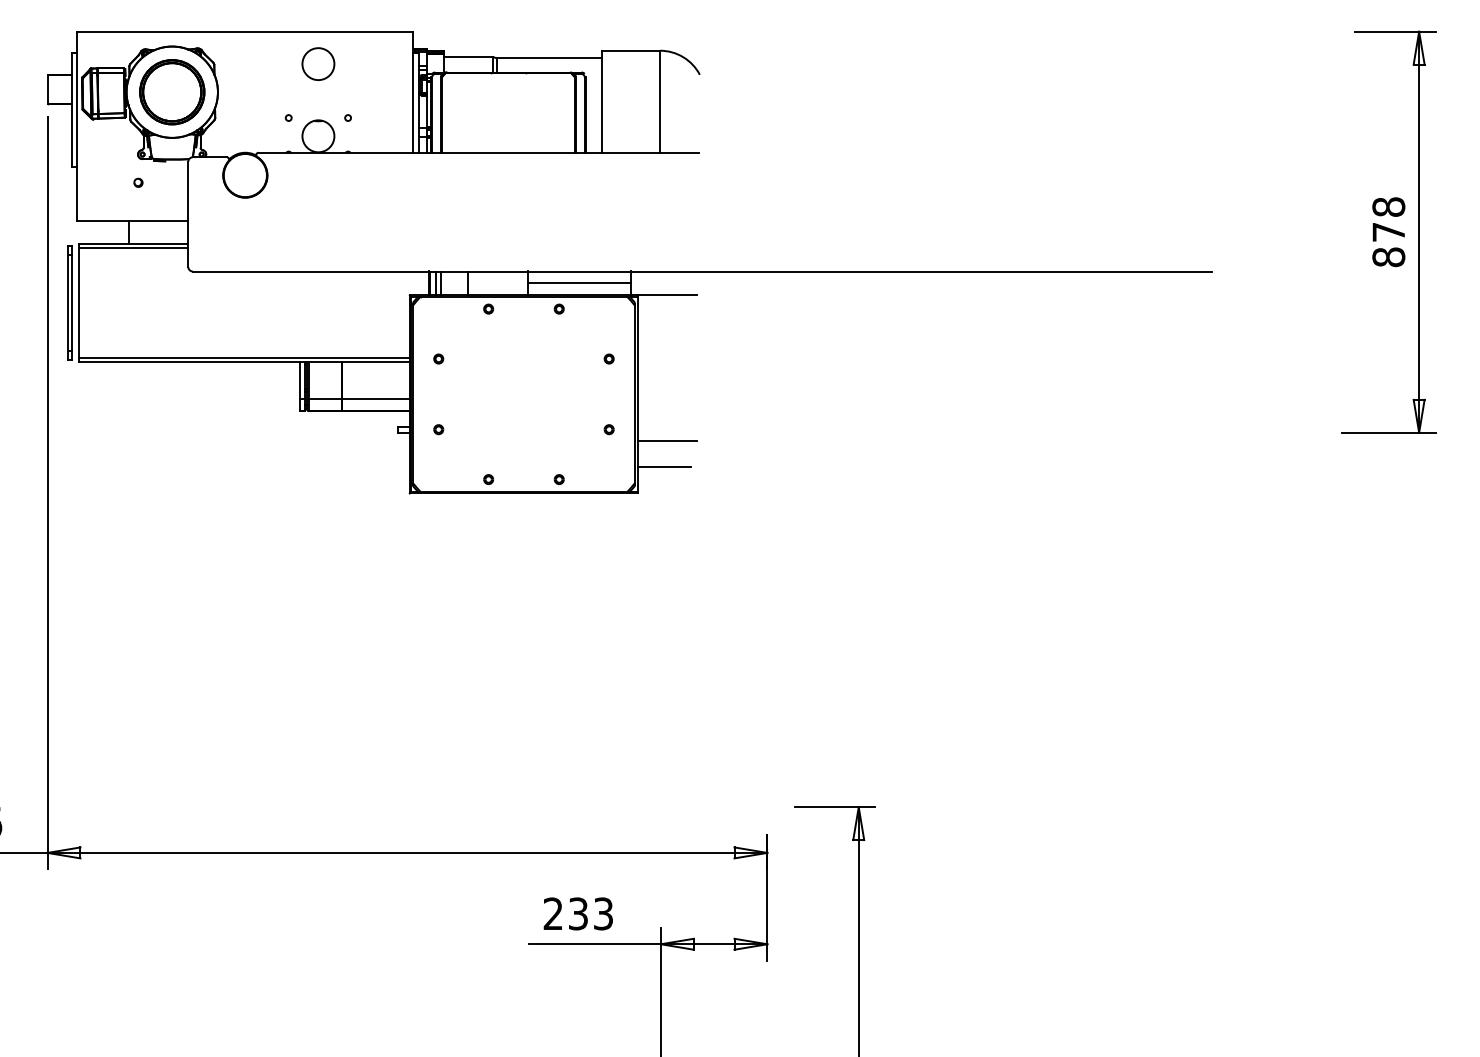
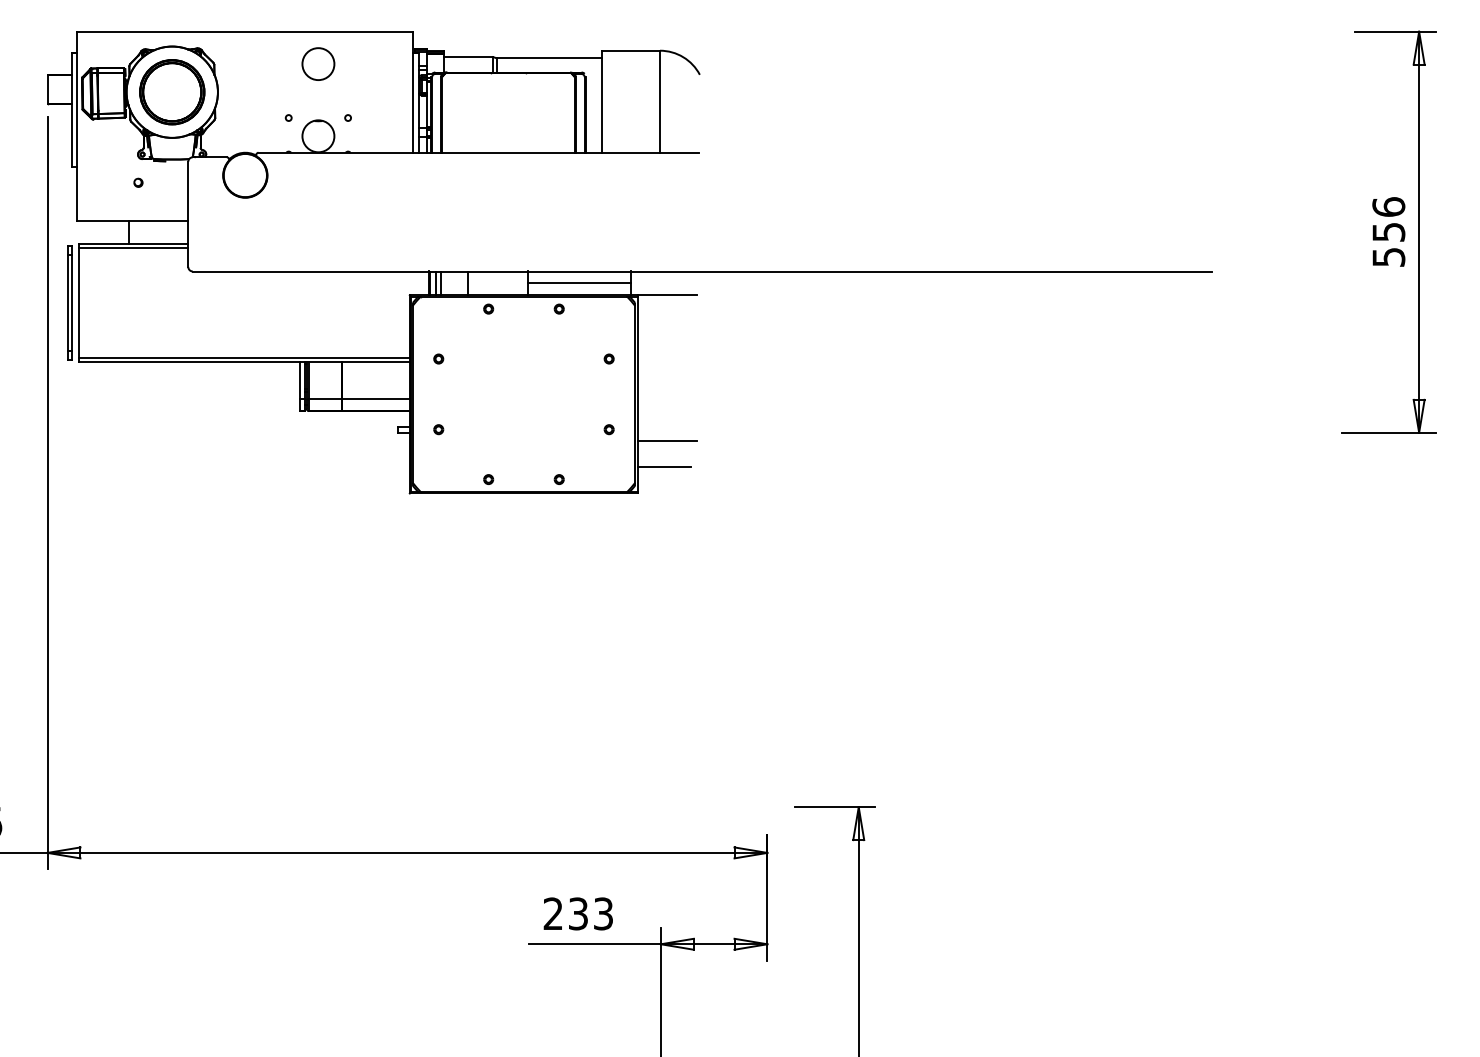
text at (1388, 232): 878 -> 556
